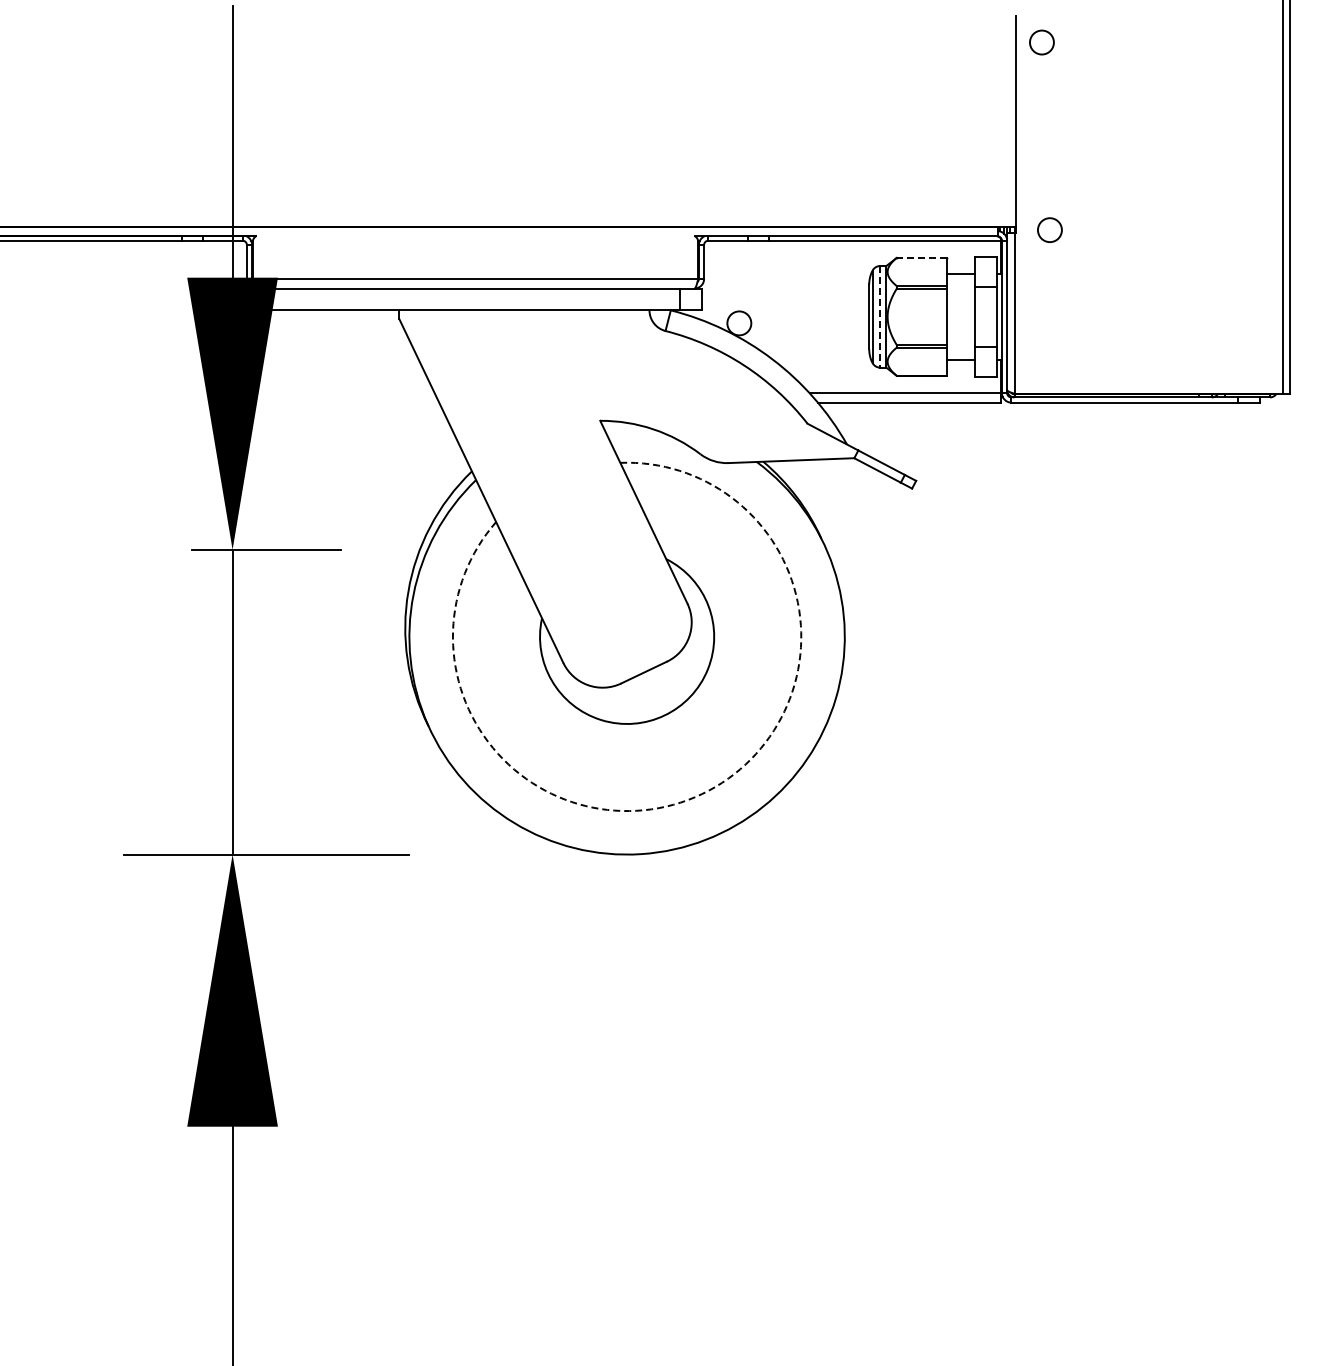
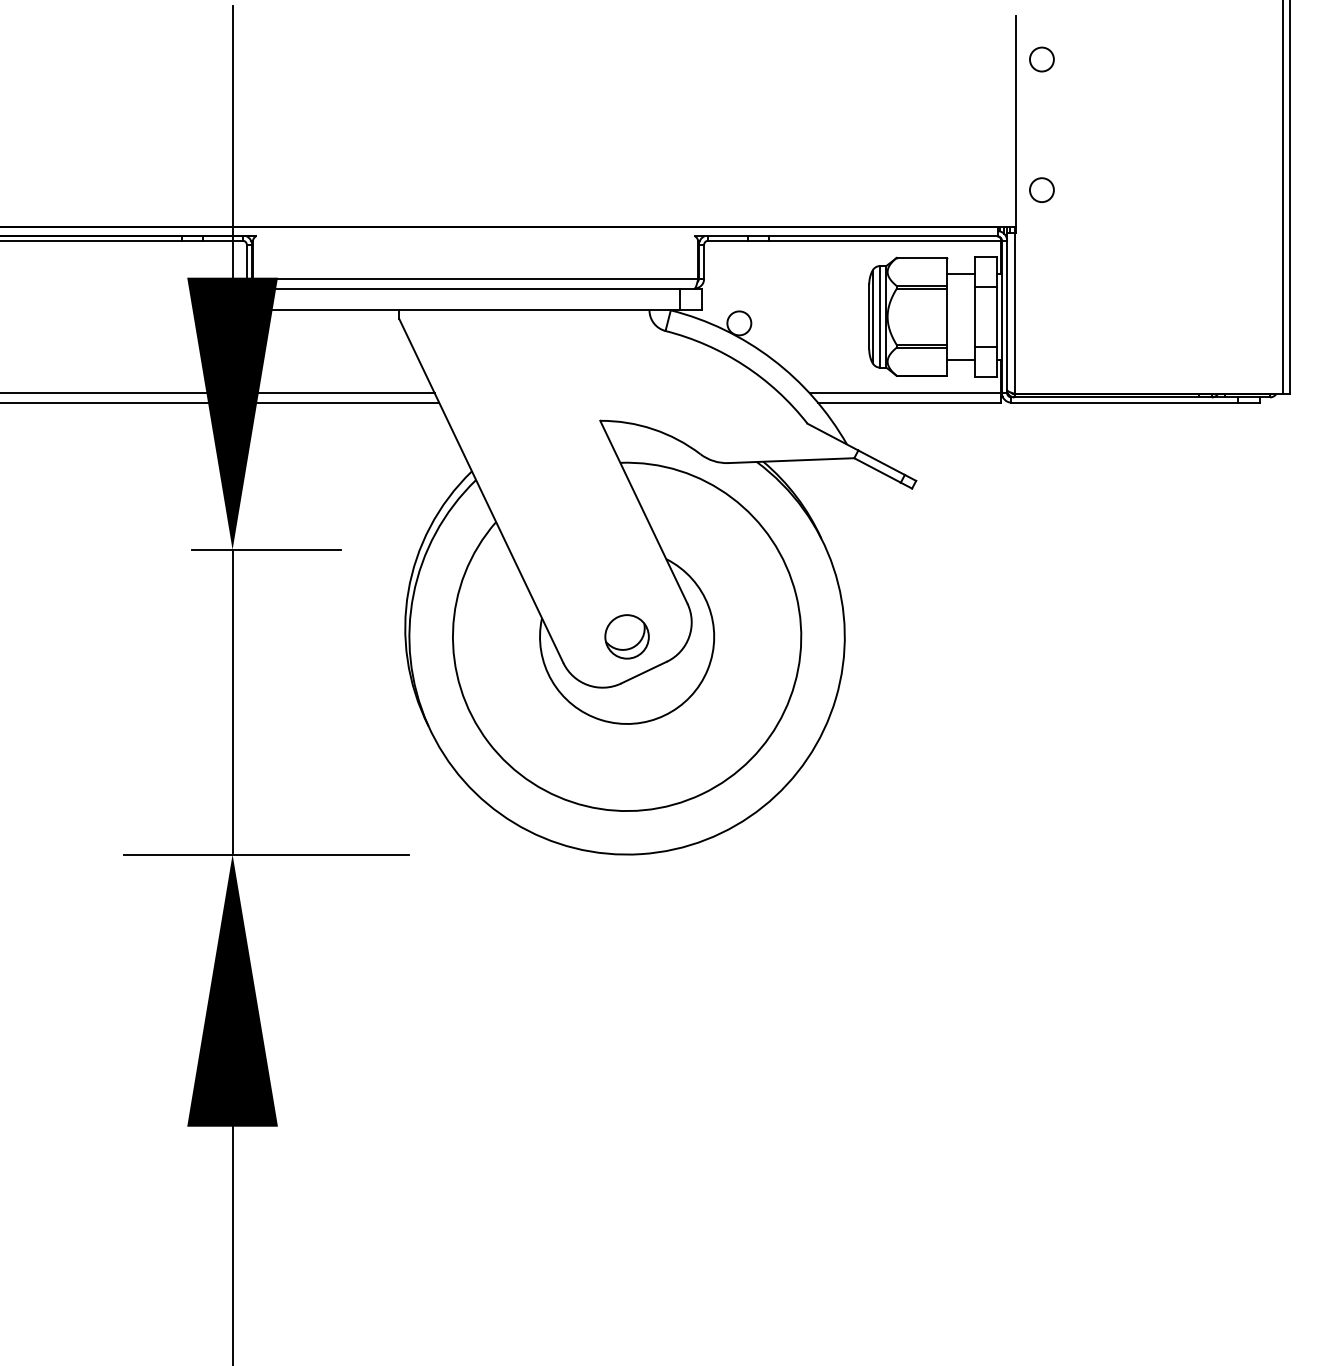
circle at (1041, 42) position: (1041, 42) -> (1041, 59)
circle at (1049, 229) position: (1049, 229) -> (1041, 189)
line at (921, 257): dashed -> solid
line at (880, 316): dashed -> solid
line at (218, 393): none -> present
line at (220, 402): none -> present
part at (626, 636): none -> present
arc at (702, 794): dashed -> solid
